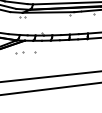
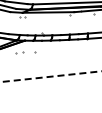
line at (51, 76): solid -> dashed
line at (50, 88): present -> none
